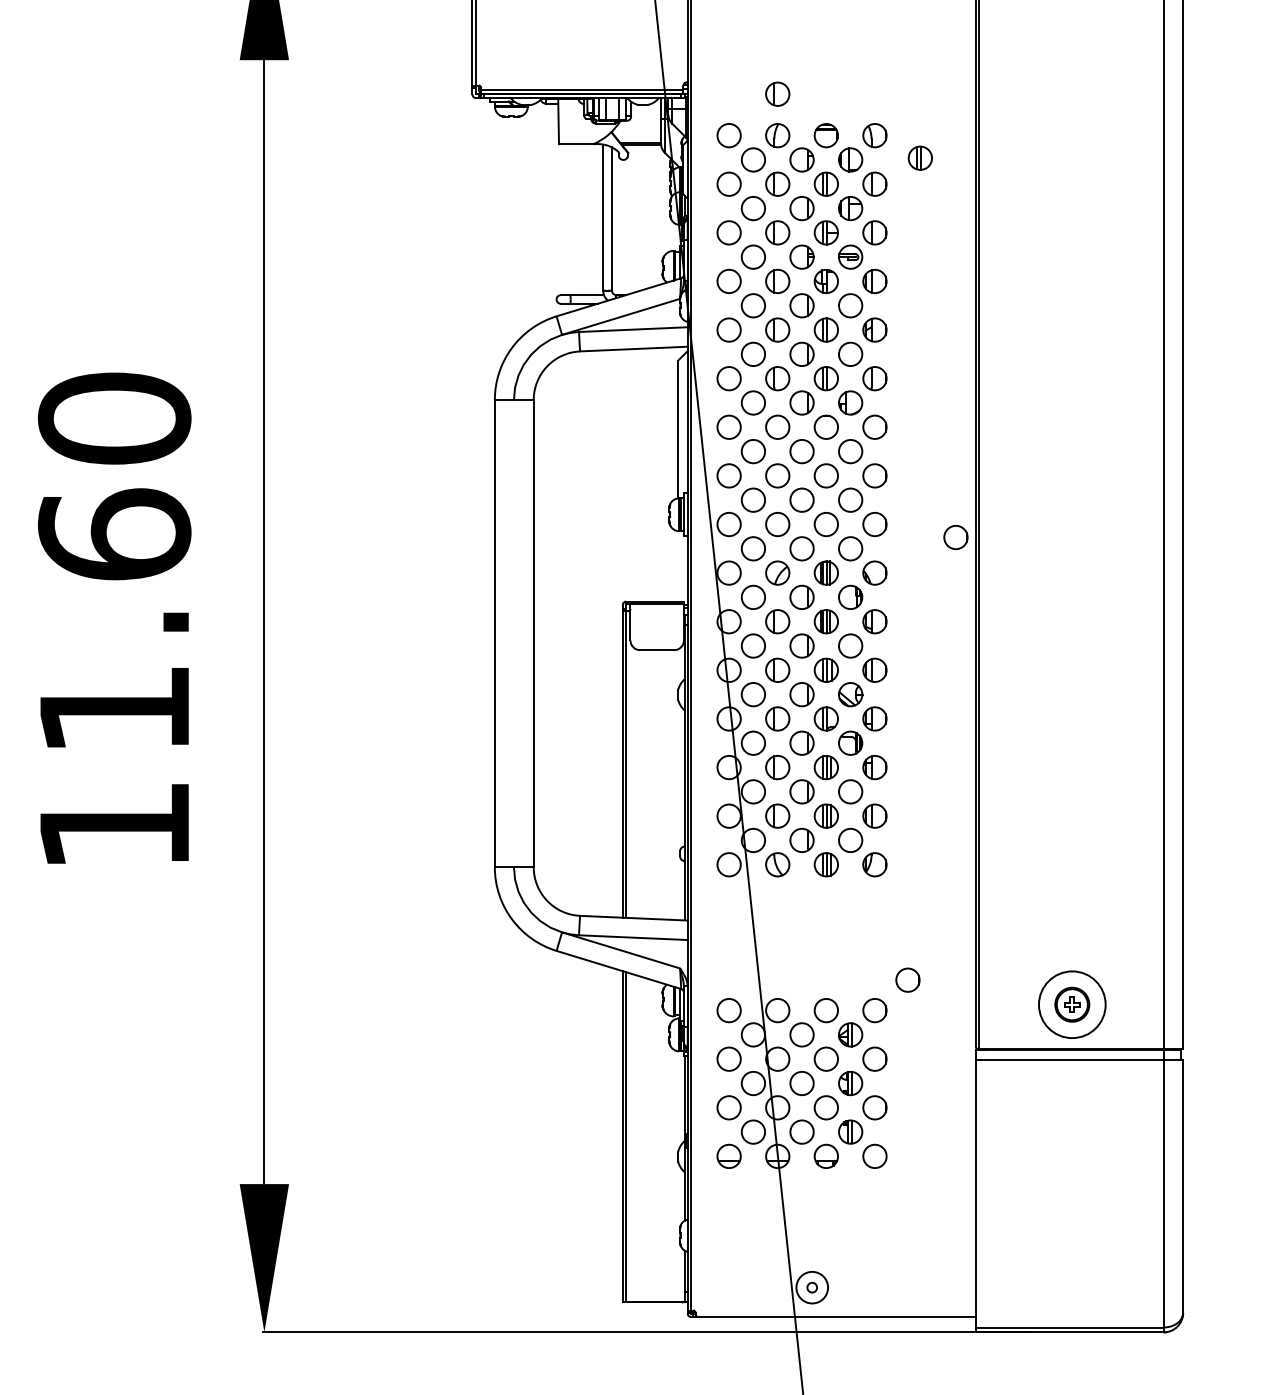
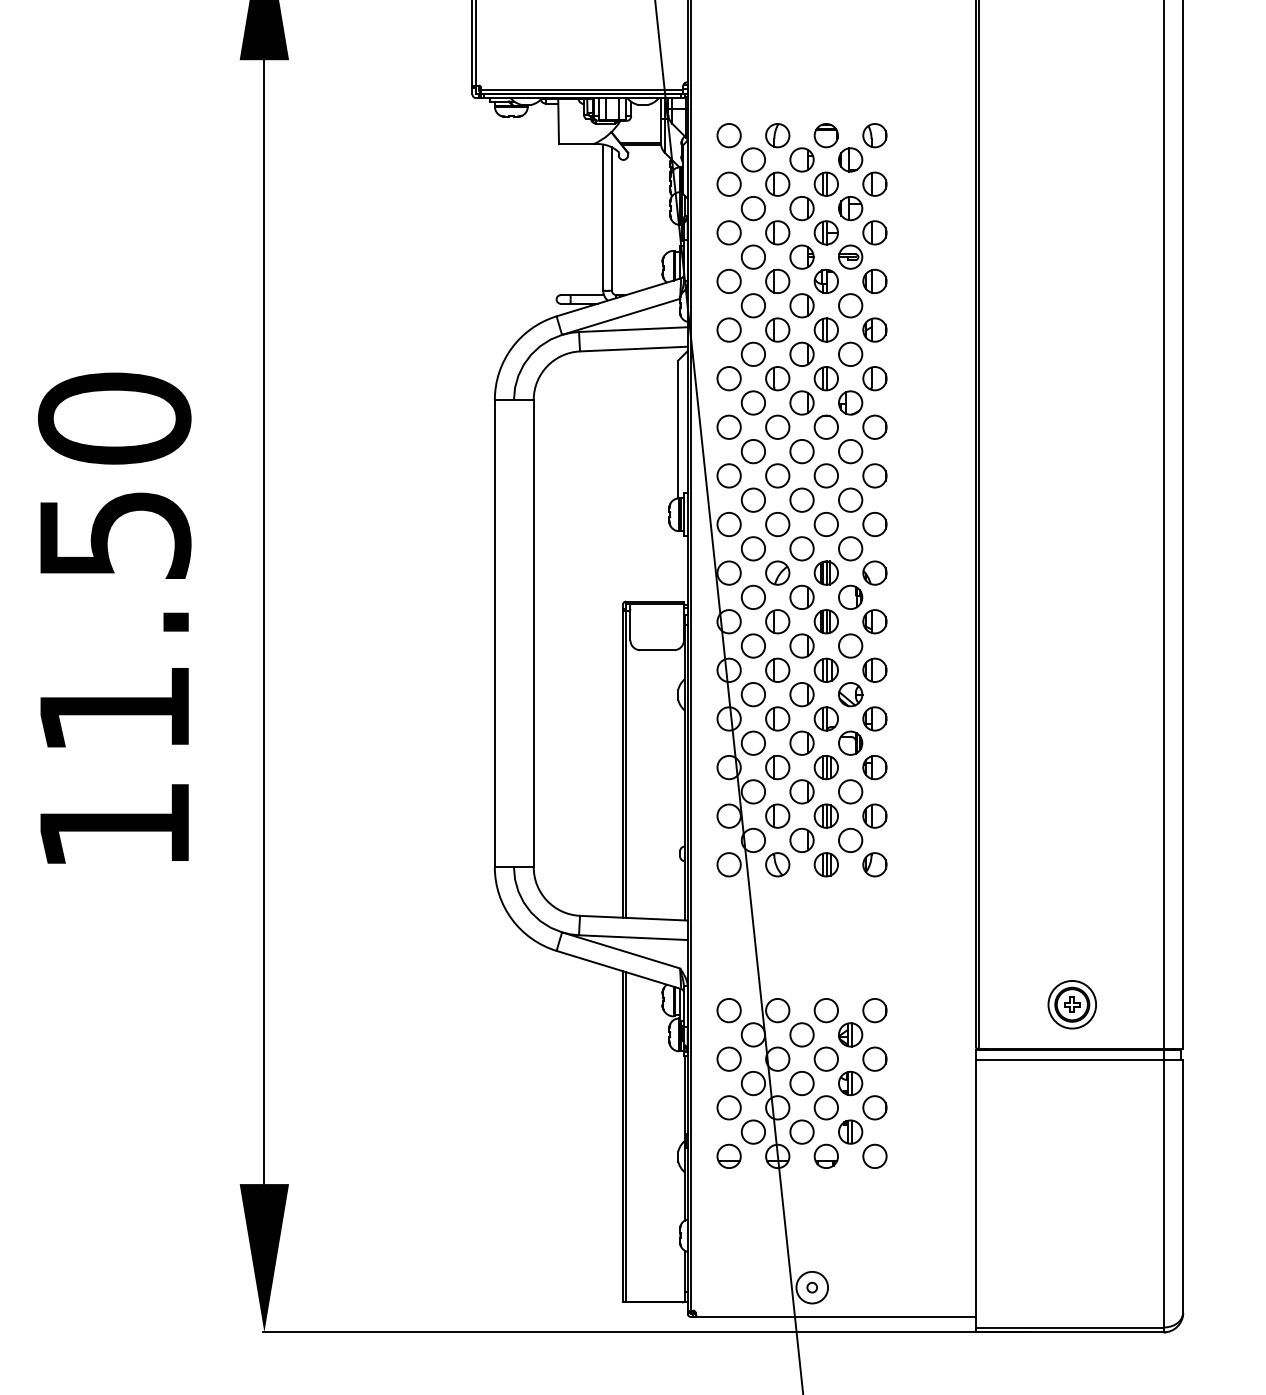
part at (777, 93): present -> none
part at (919, 157): present -> none
text at (114, 534): 11.60 -> 11.50
circle at (955, 537): present -> none
circle at (907, 979): present -> none
circle at (1071, 1004) diameter: 67 px -> 48 px
